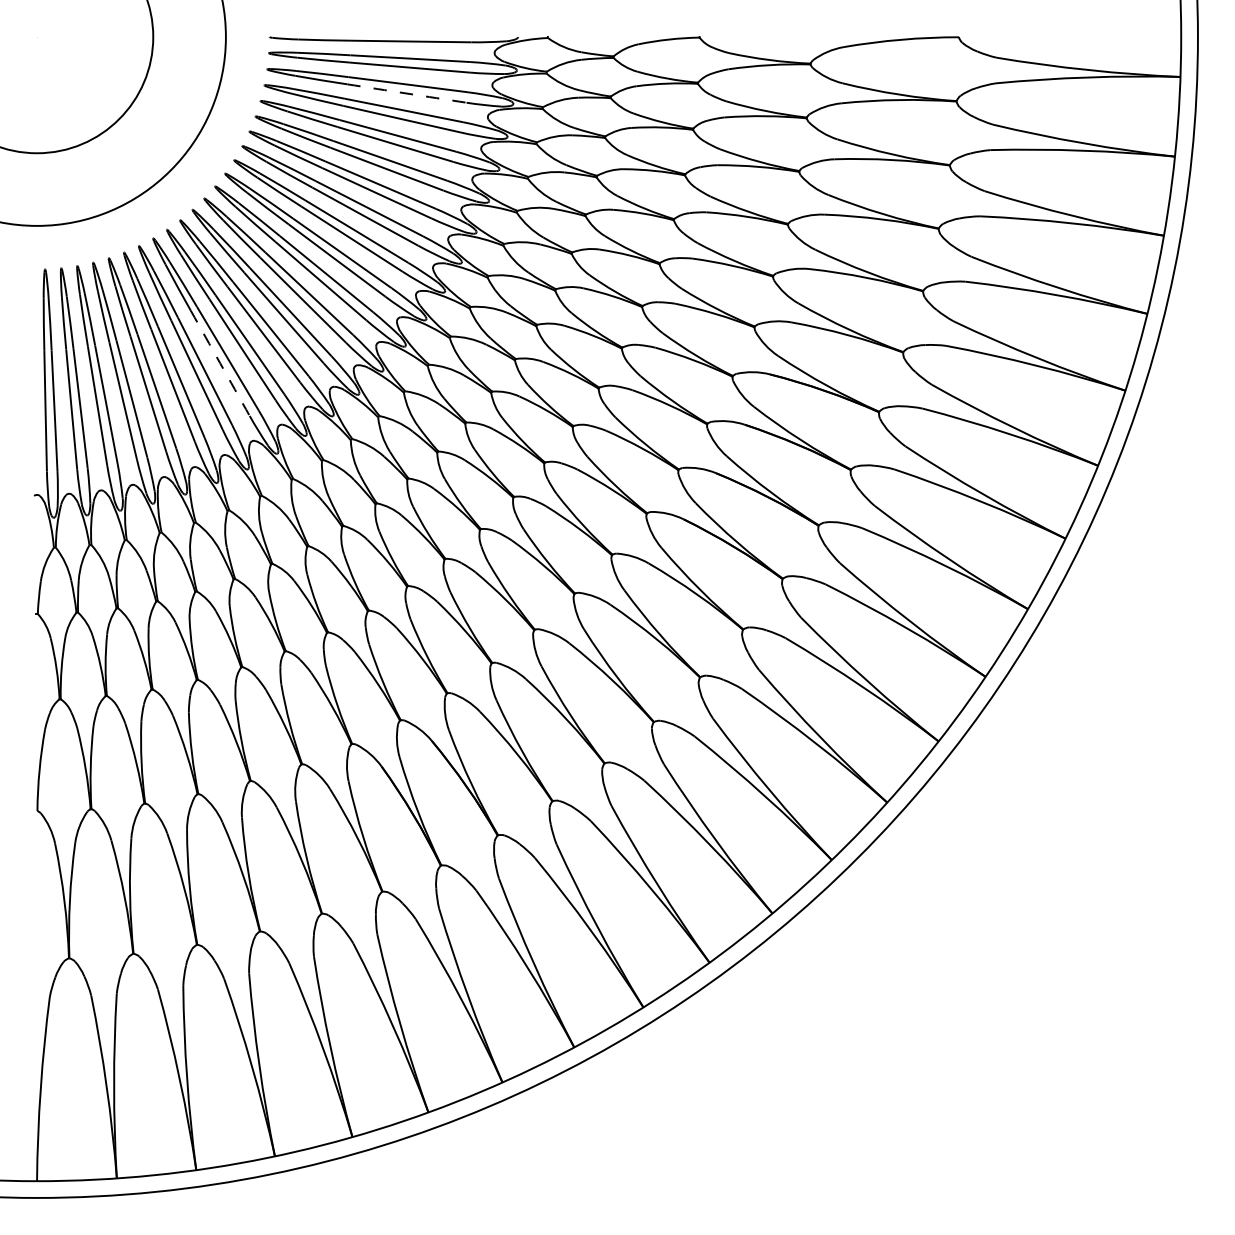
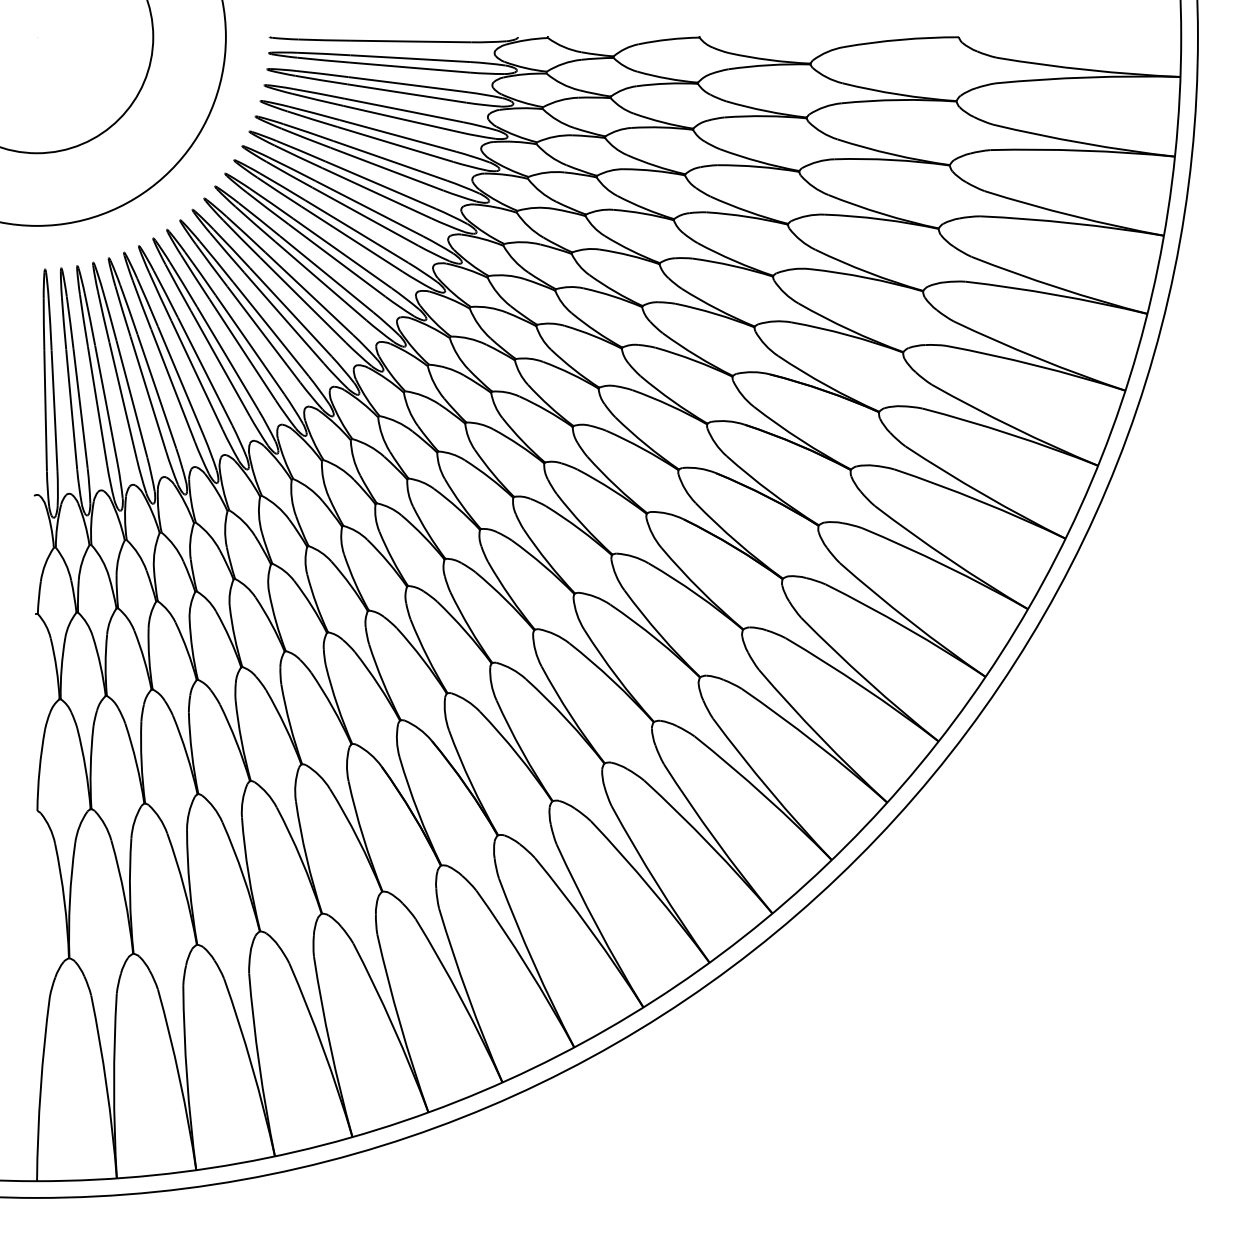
arc at (406, 93): dashed -> solid
arc at (220, 363): dashed -> solid
